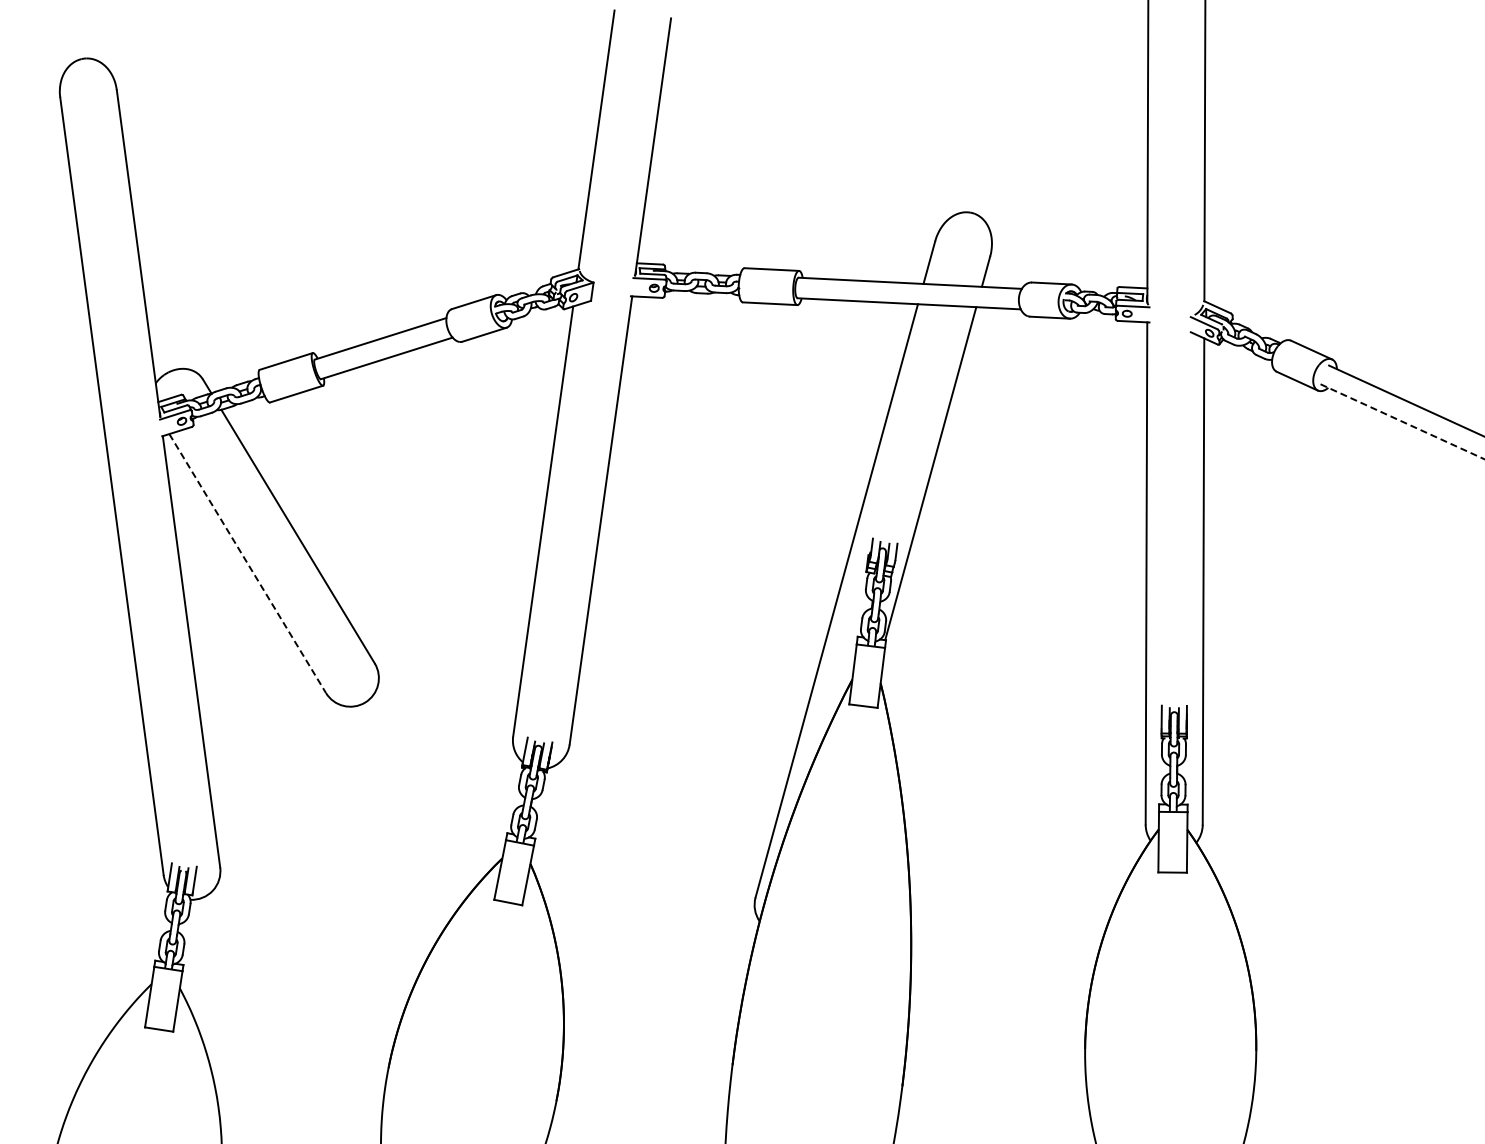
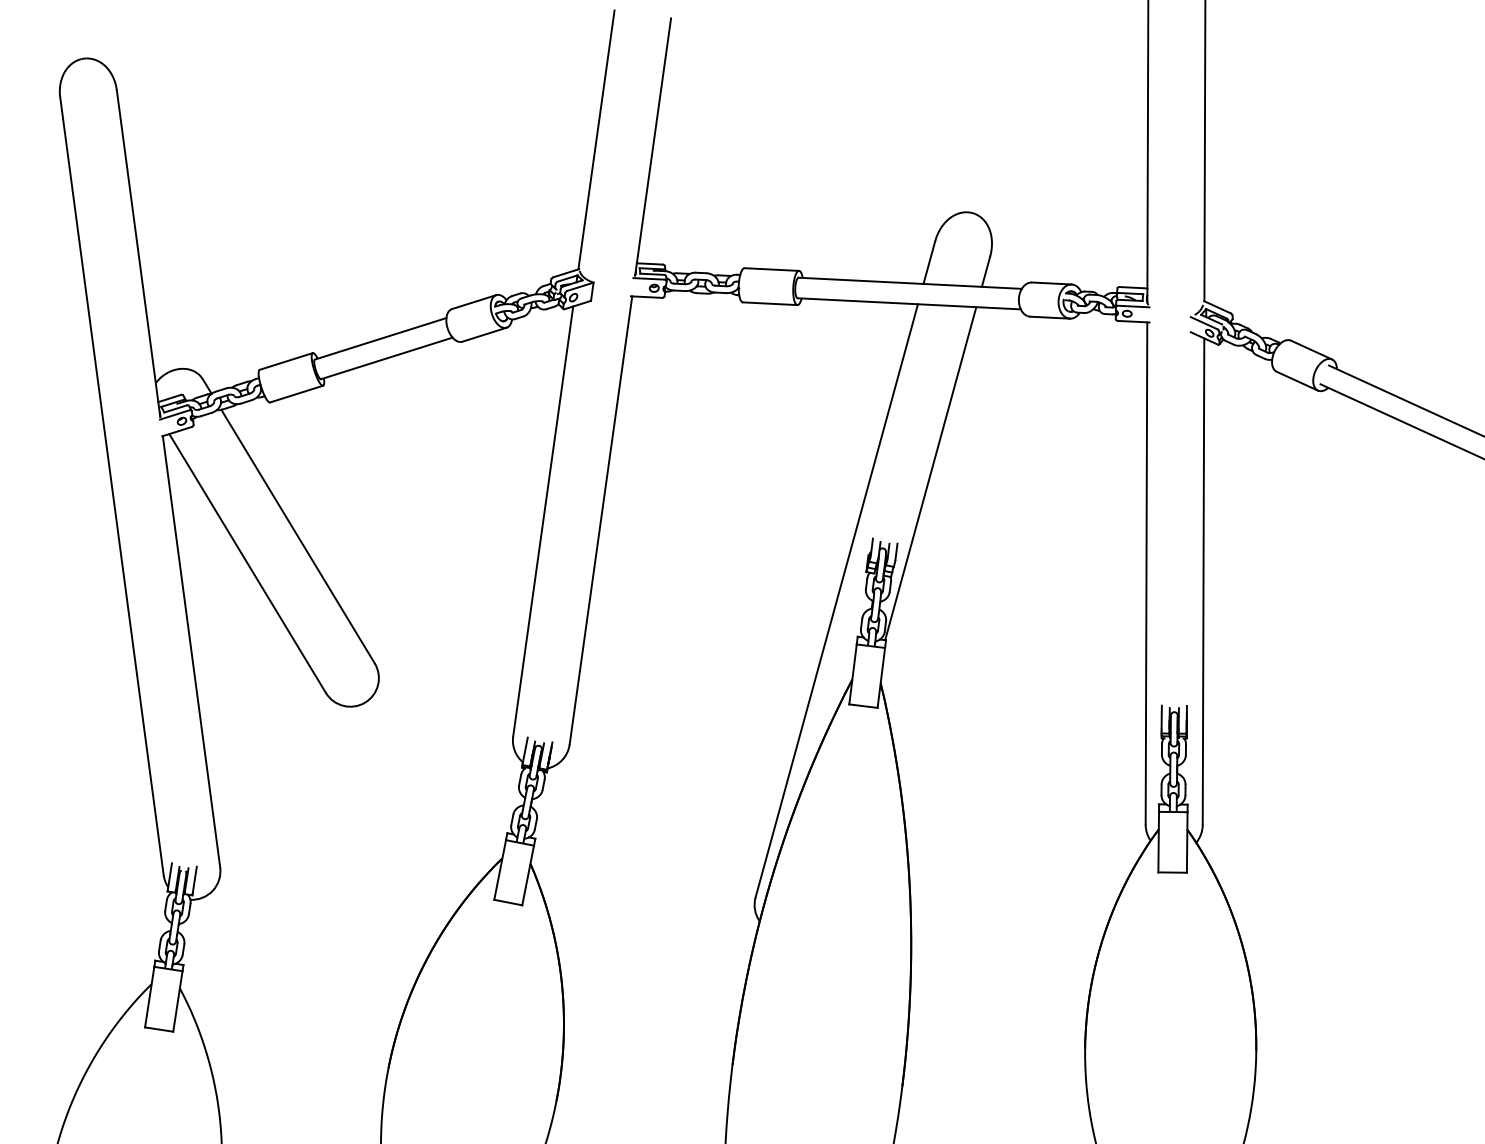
line at (1403, 422): dashed -> solid
line at (247, 563): dashed -> solid
